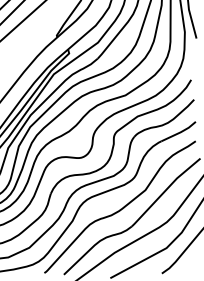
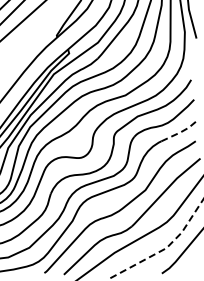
line at (180, 132): solid -> dashed
line at (166, 248): solid -> dashed
